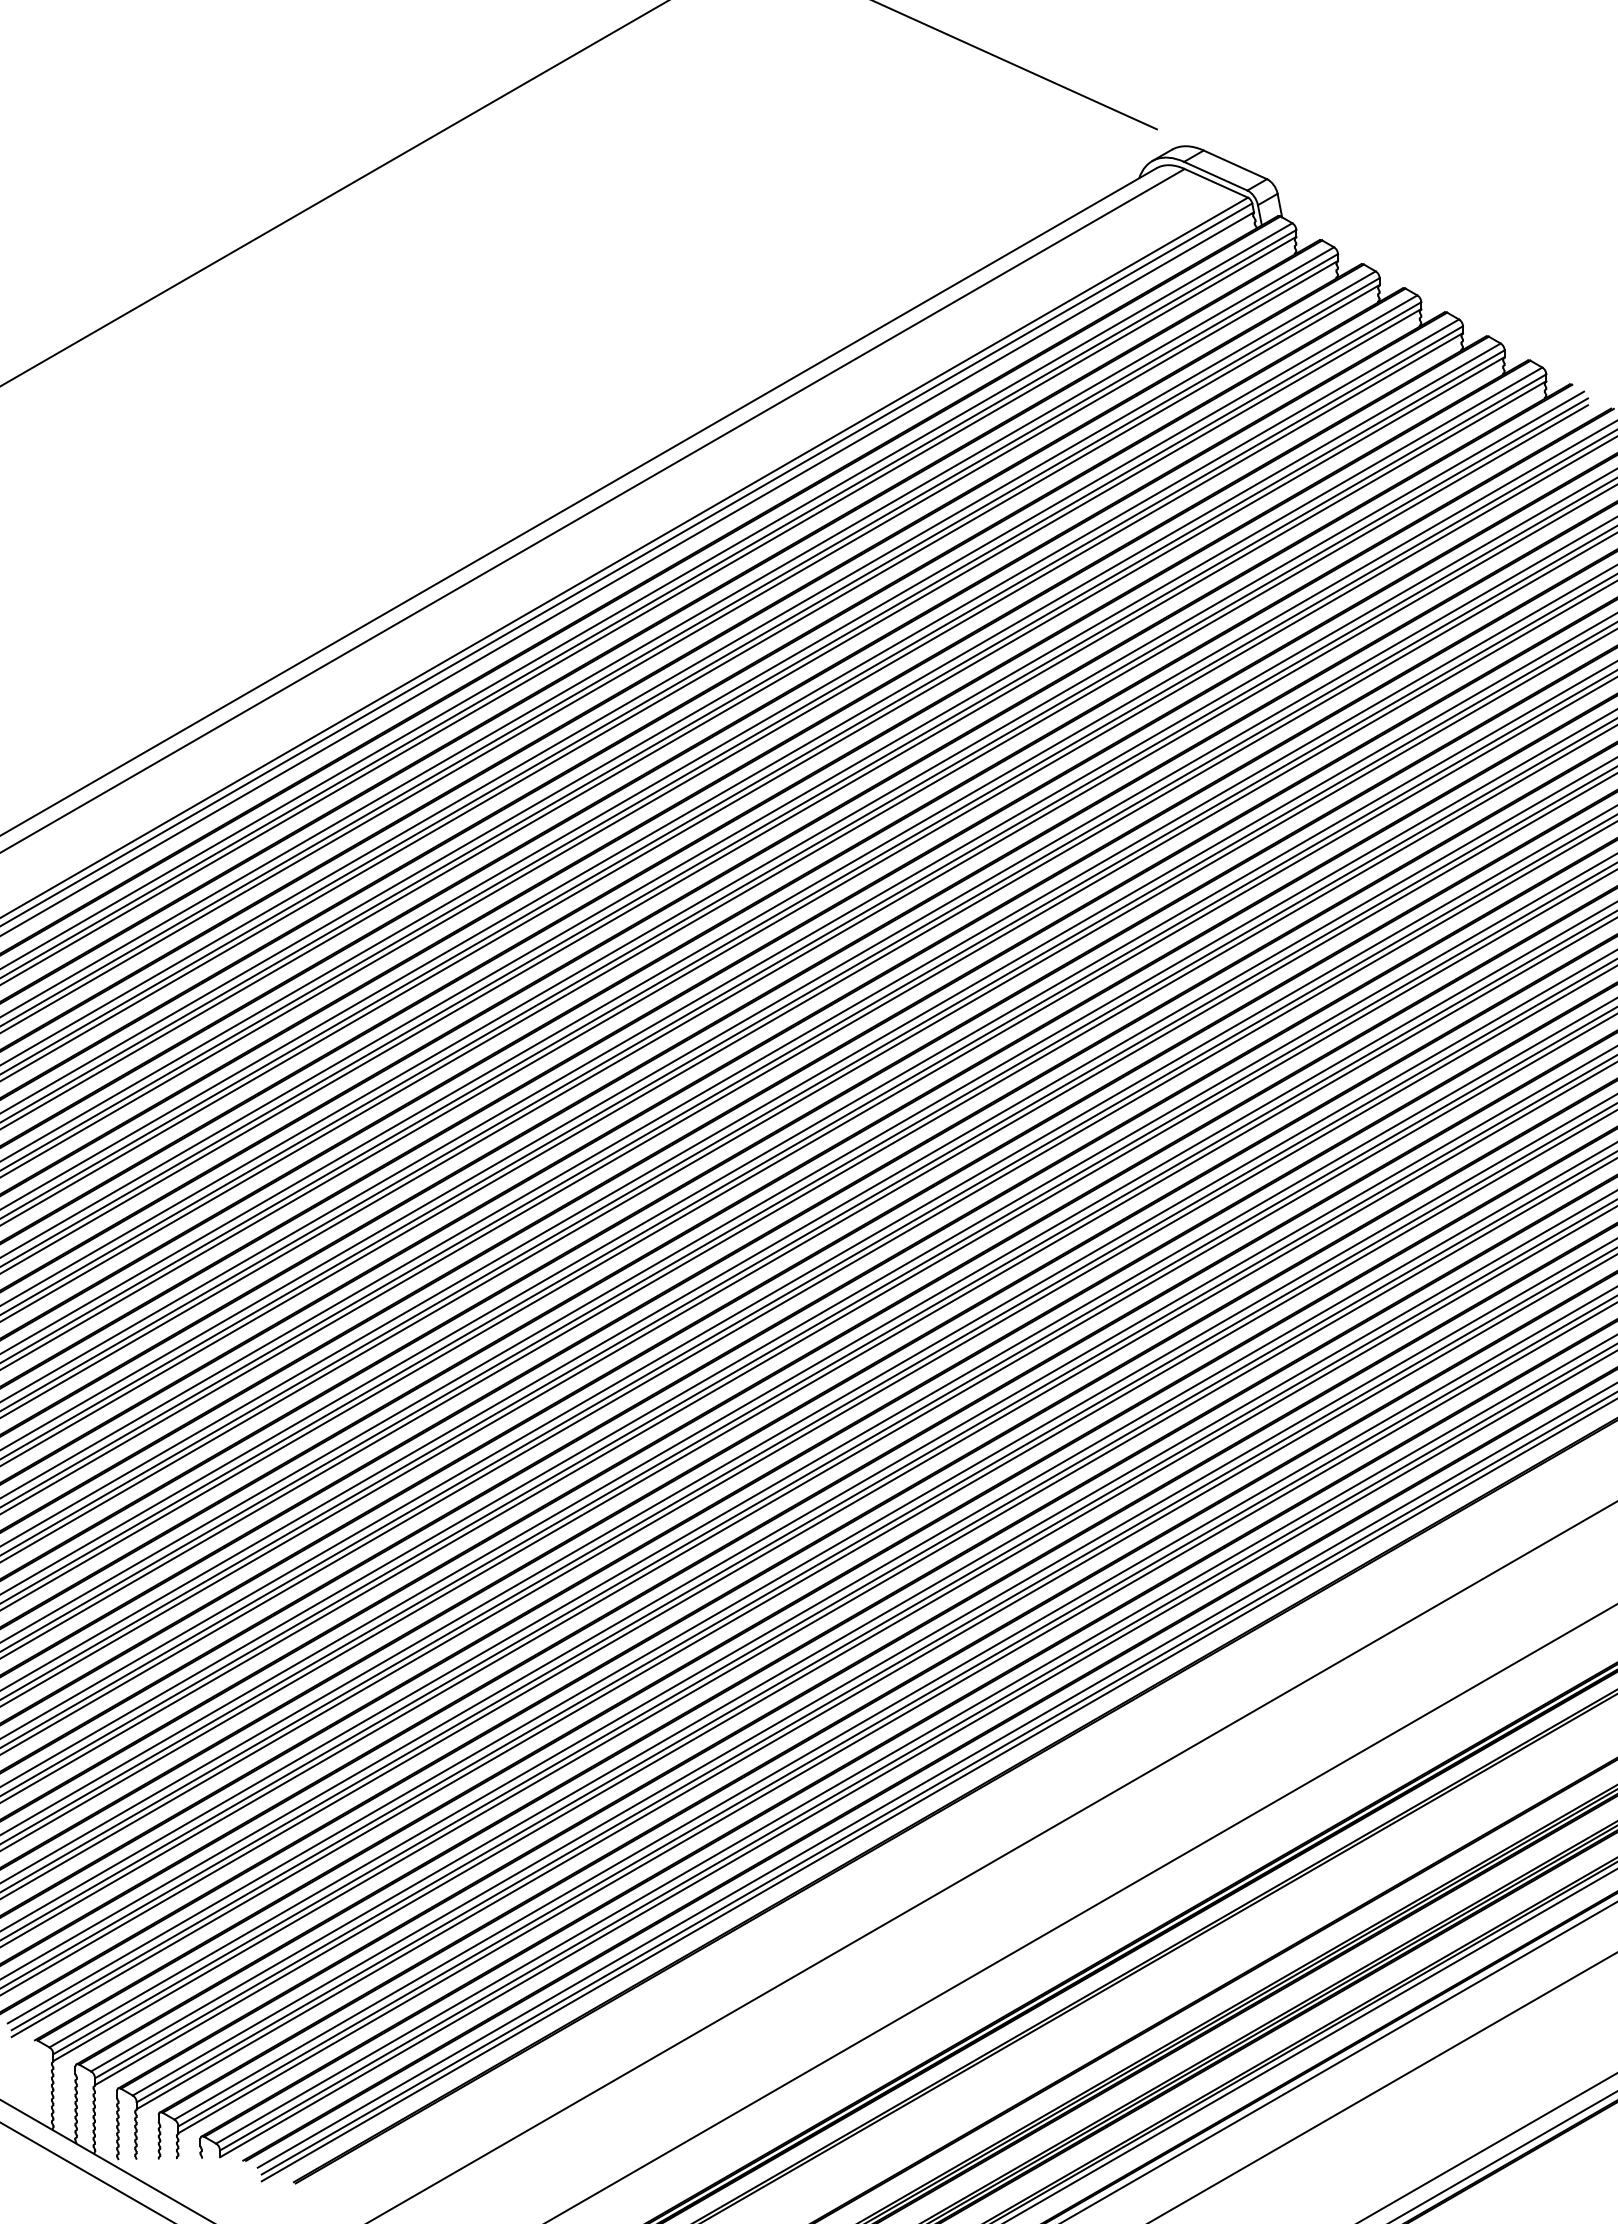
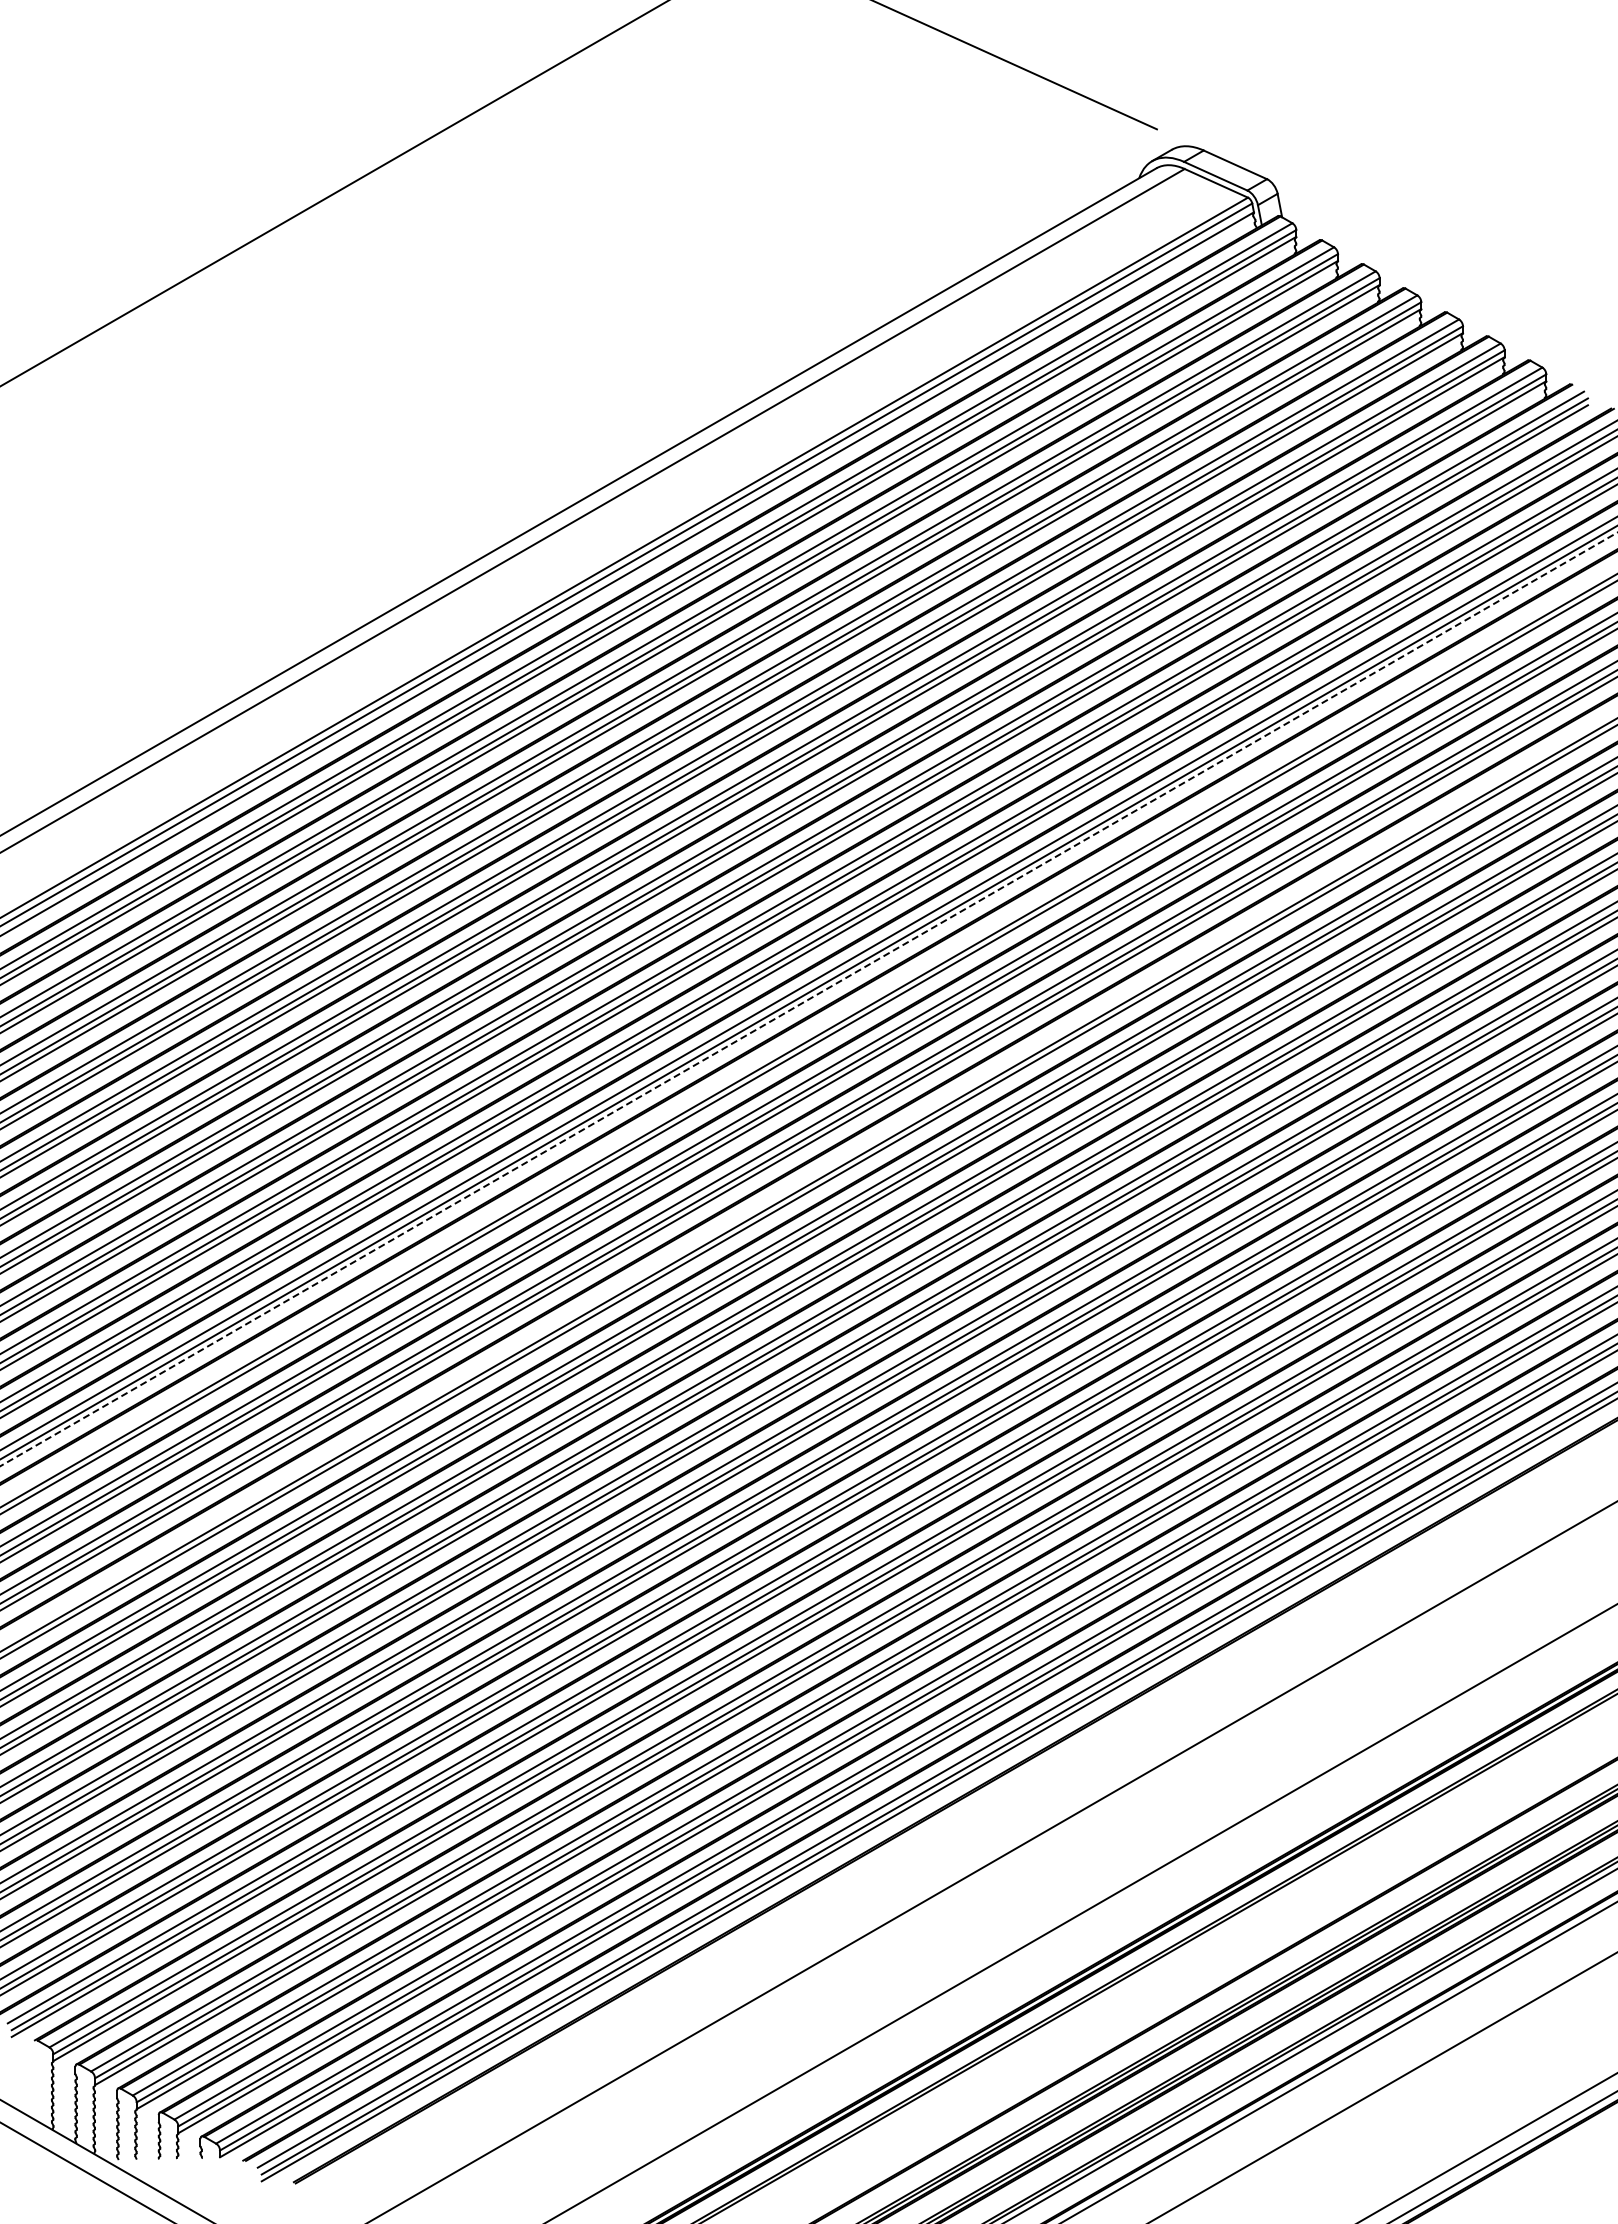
line at (808, 999): solid -> dashed
line at (808, 1031): present -> none
line at (808, 1175): present -> none
